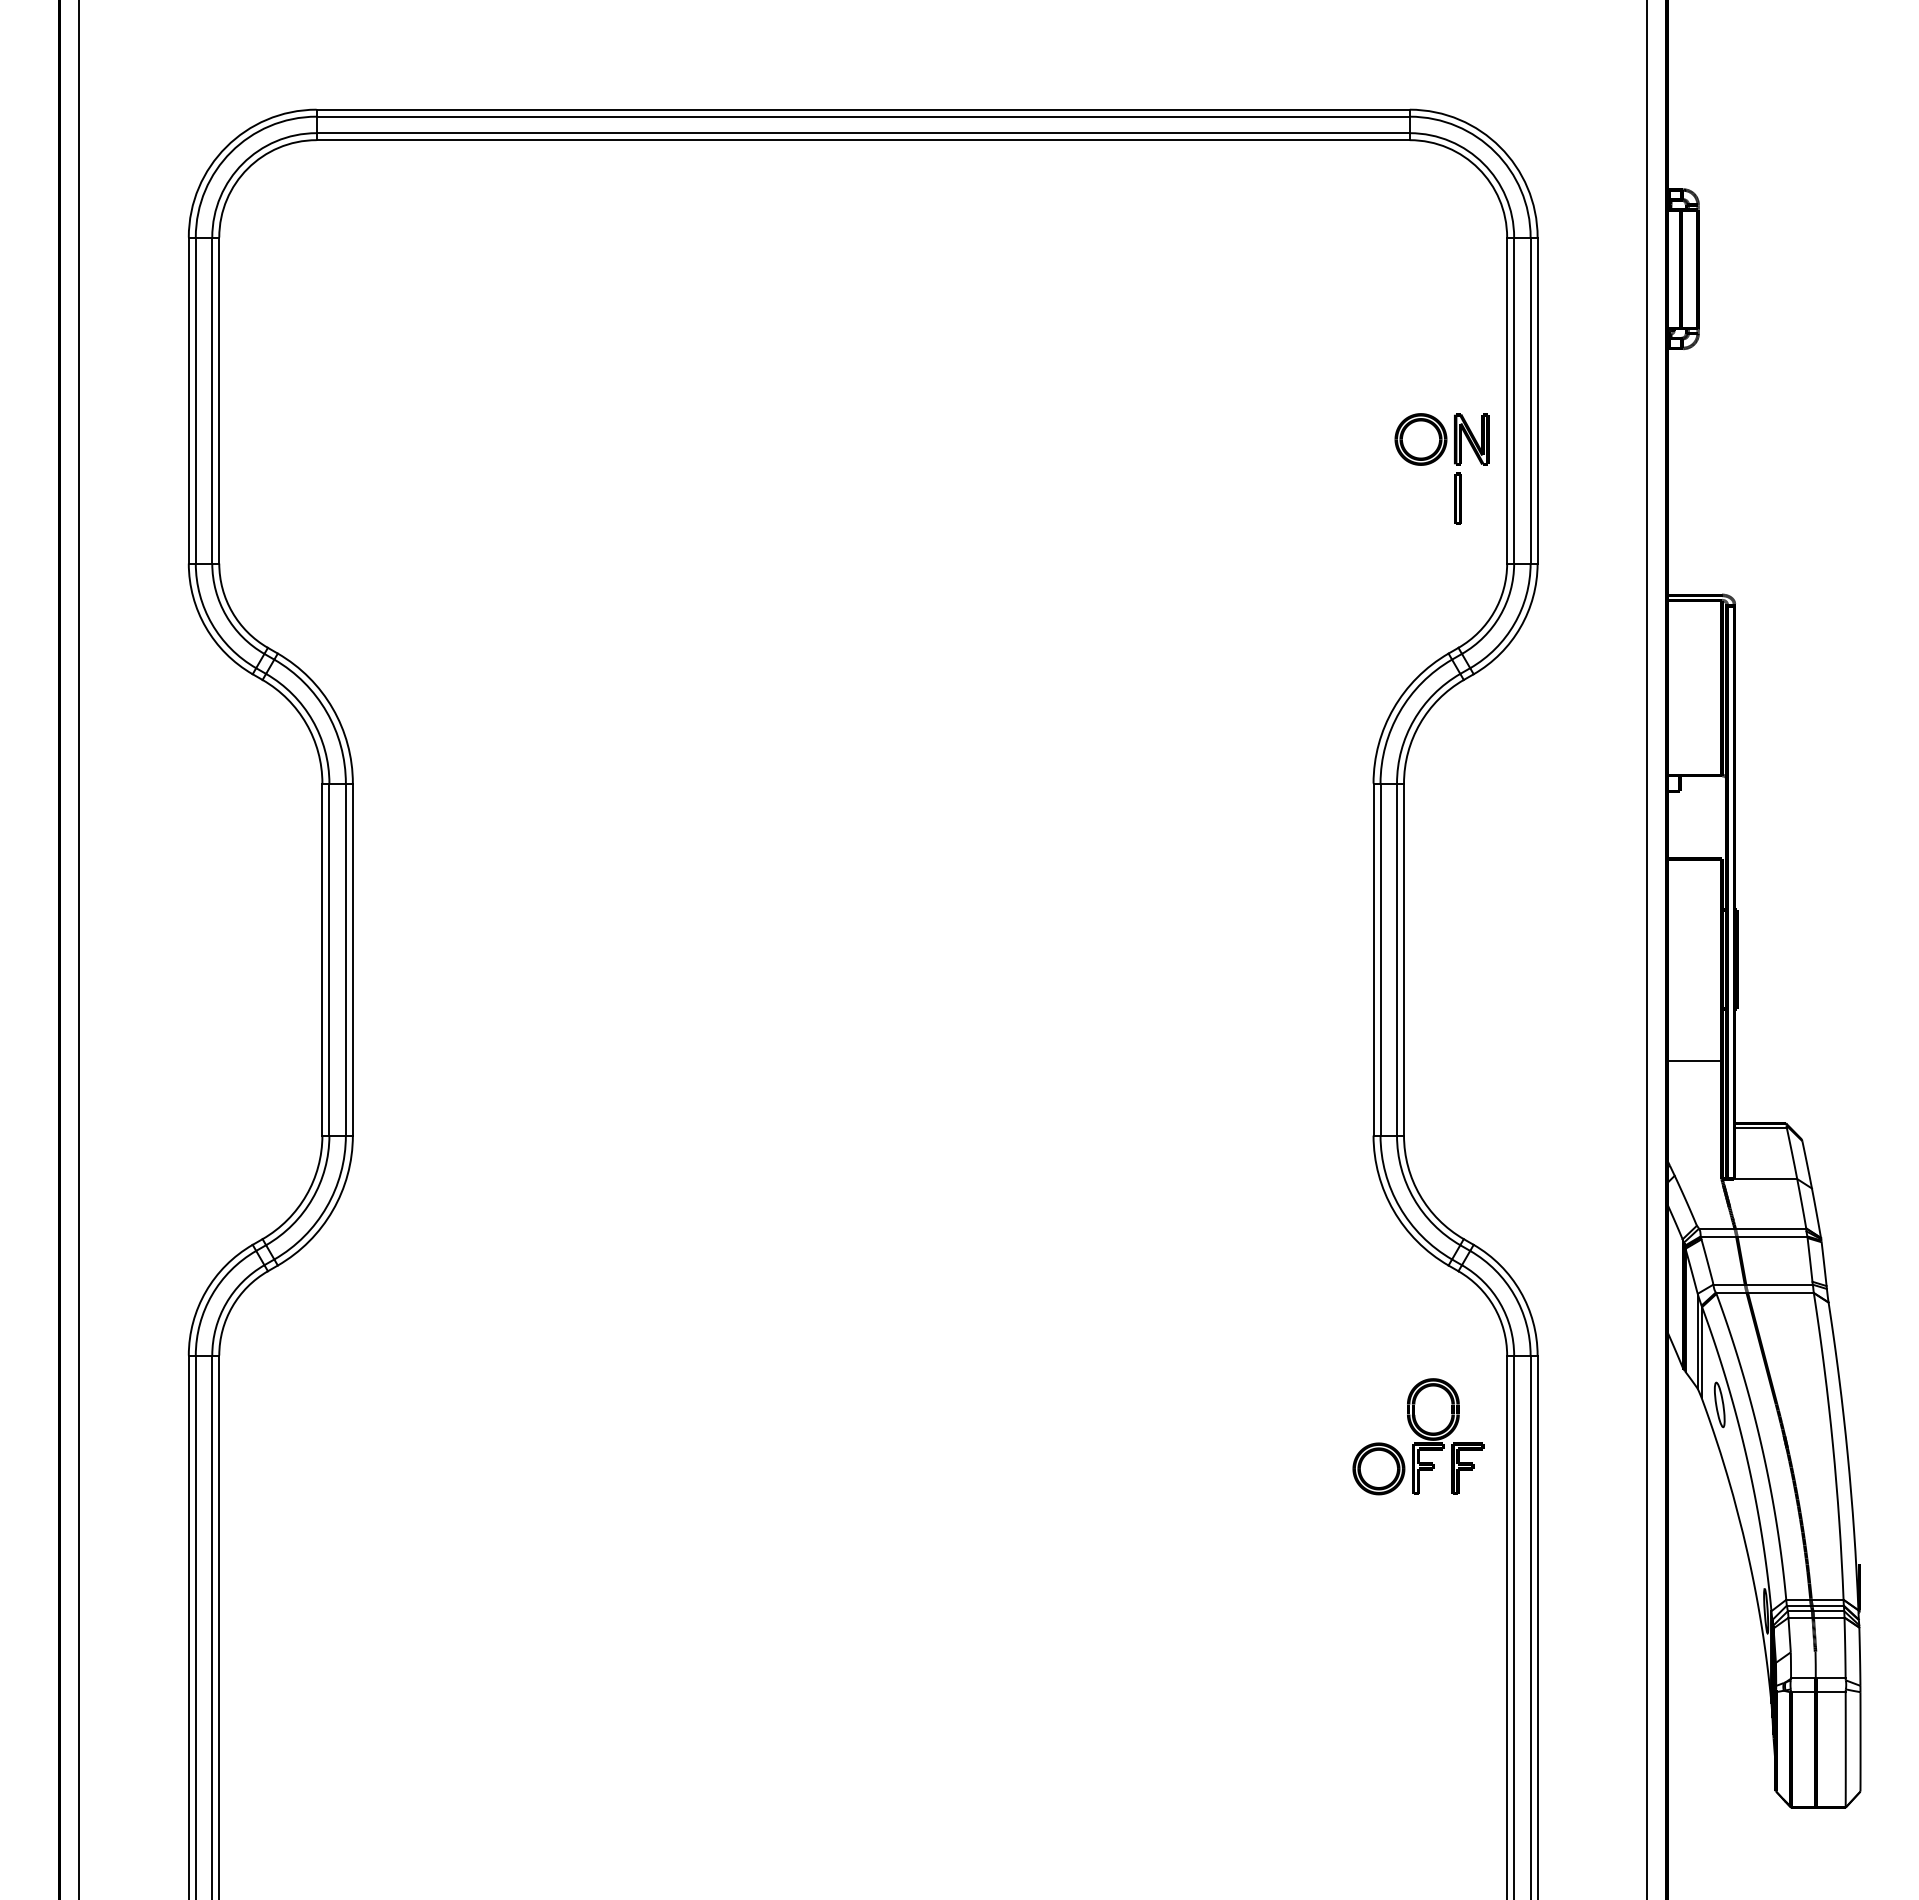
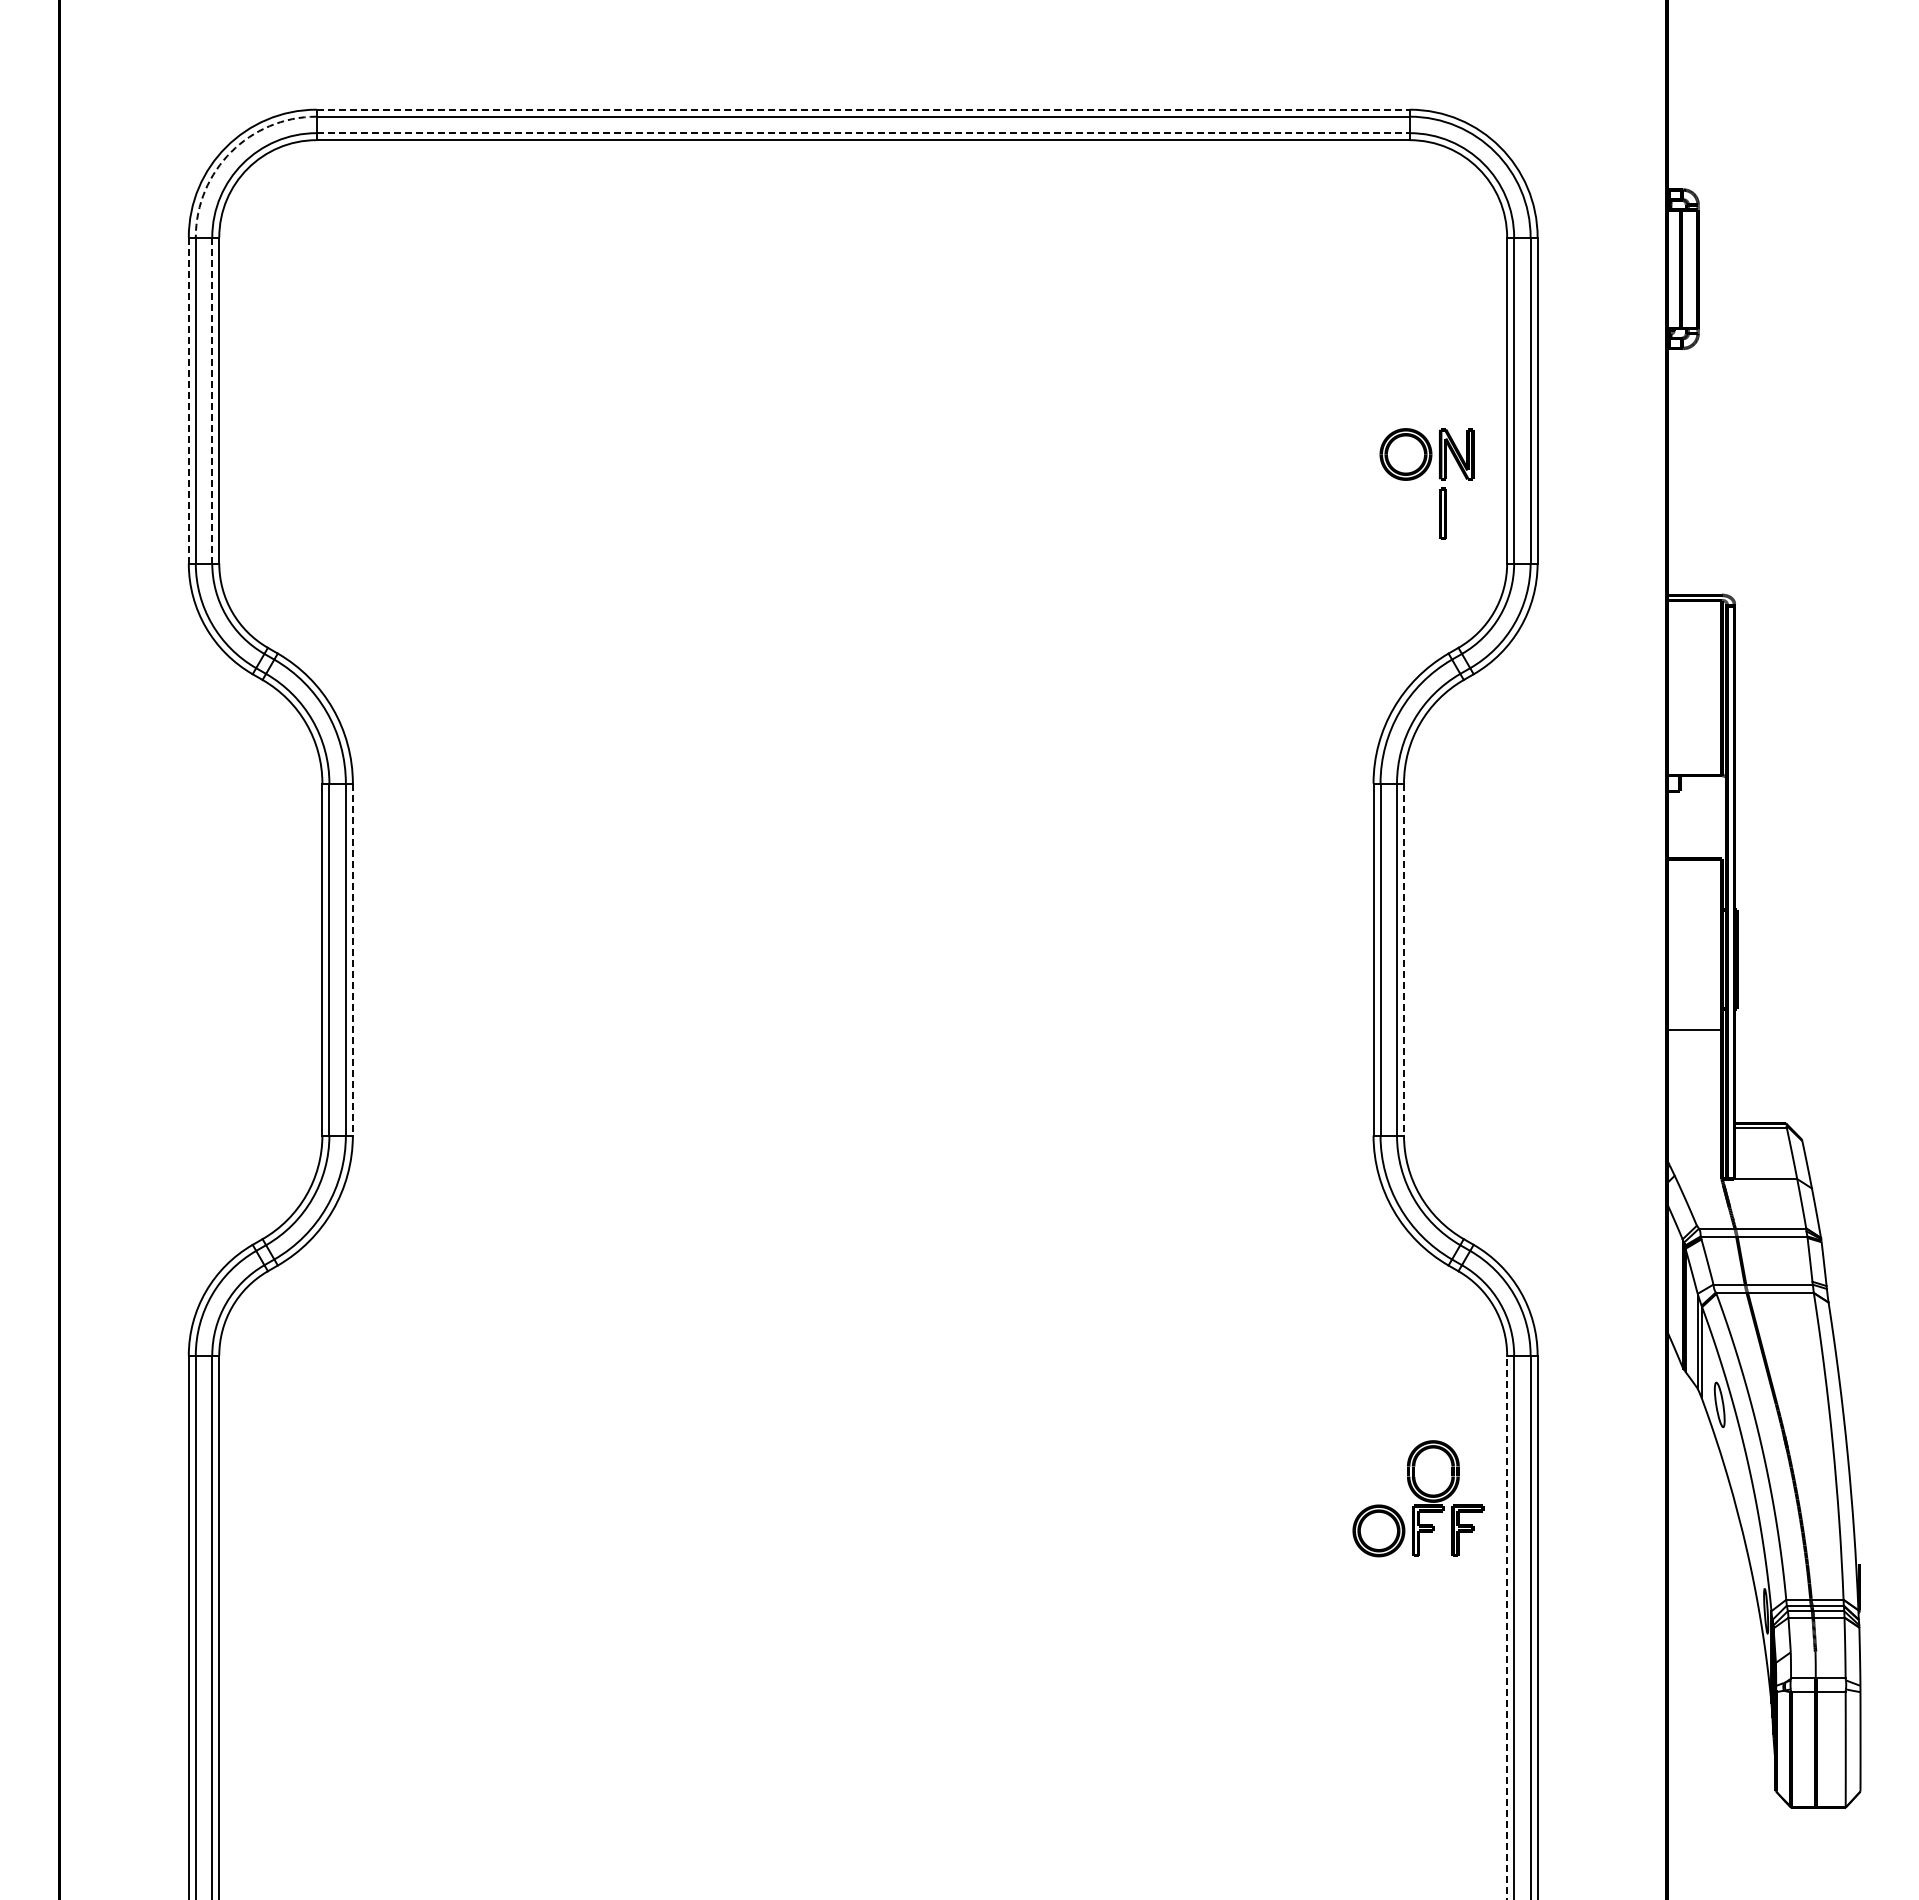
line at (863, 109): solid -> dashed
line at (863, 133): solid -> dashed
arc at (231, 152): solid -> dashed
line at (188, 400): solid -> dashed
line at (212, 400): solid -> dashed
part at (1437, 460) position: (1437, 460) -> (1422, 475)
line at (79, 949): present -> none
line at (1647, 949): present -> none
line at (352, 960): solid -> dashed
line at (1404, 960): solid -> dashed
line at (1694, 1060) position: (1694, 1060) -> (1694, 1029)
part at (1418, 1436) position: (1418, 1436) -> (1418, 1498)
line at (1507, 1627): solid -> dashed
